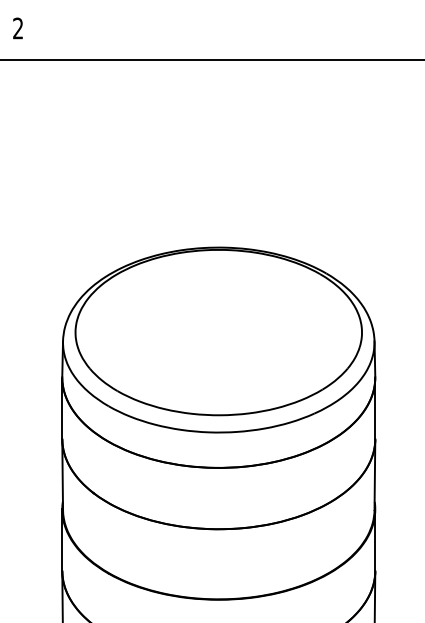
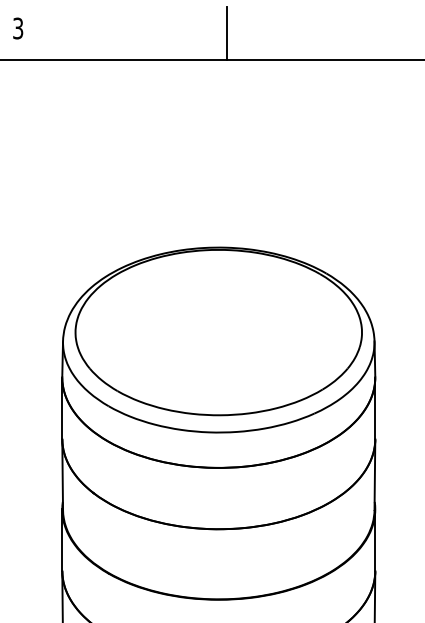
text at (18, 28): 2 -> 3
line at (227, 33): none -> present
